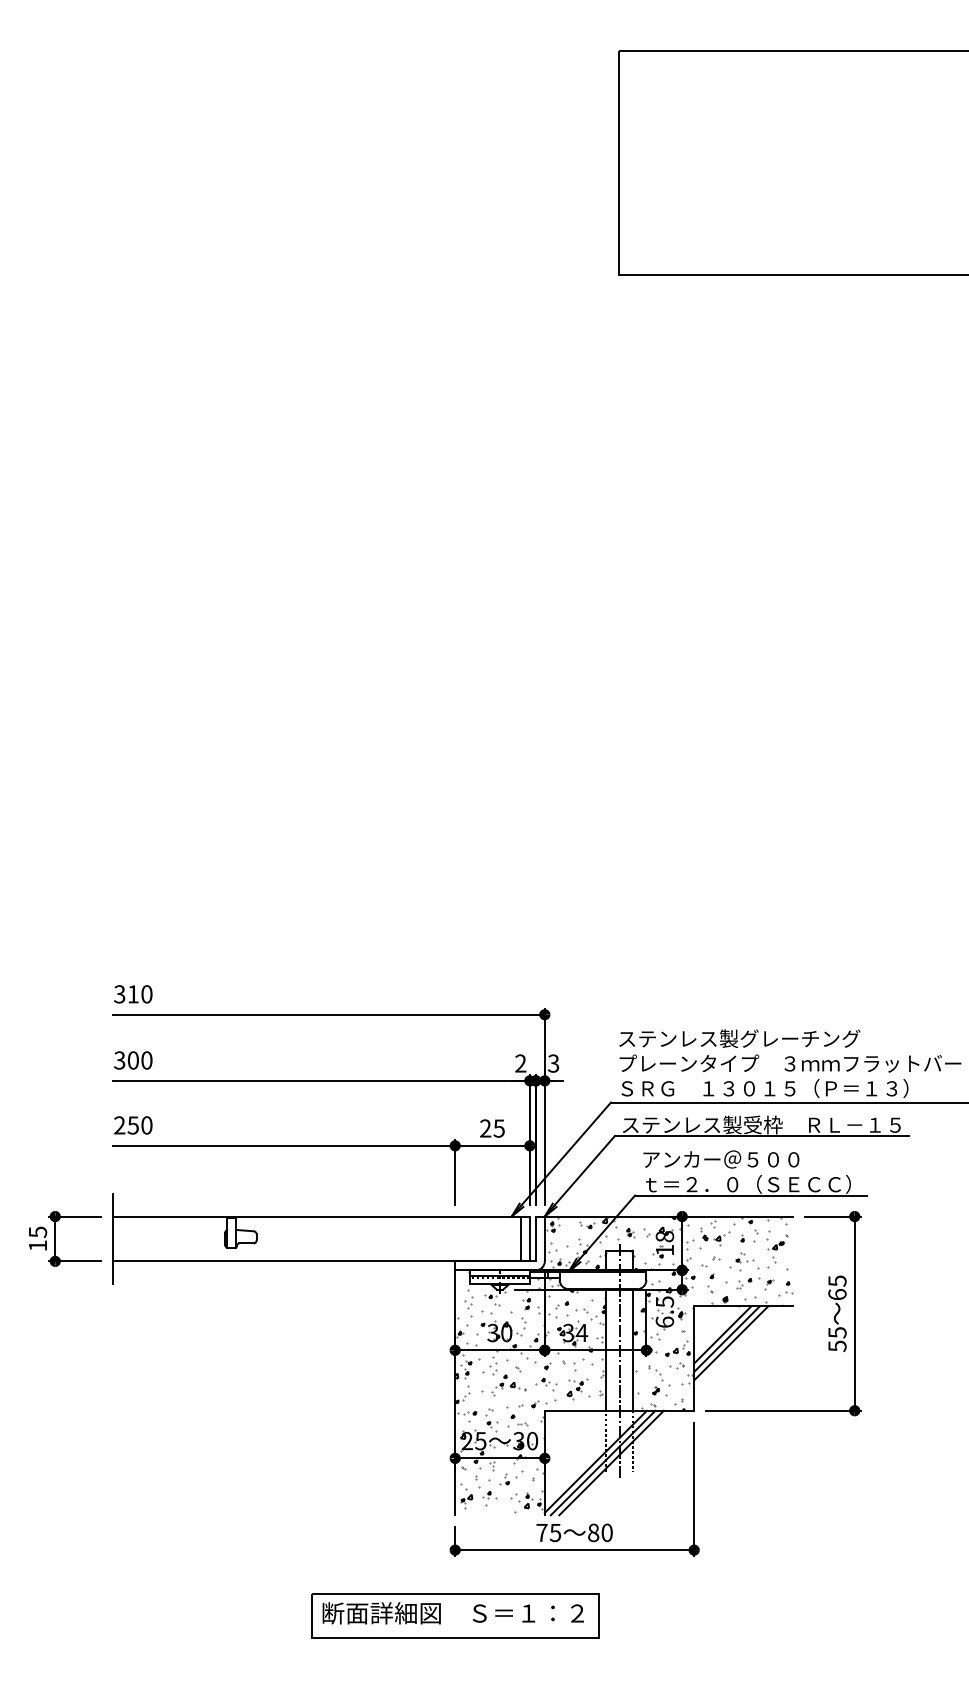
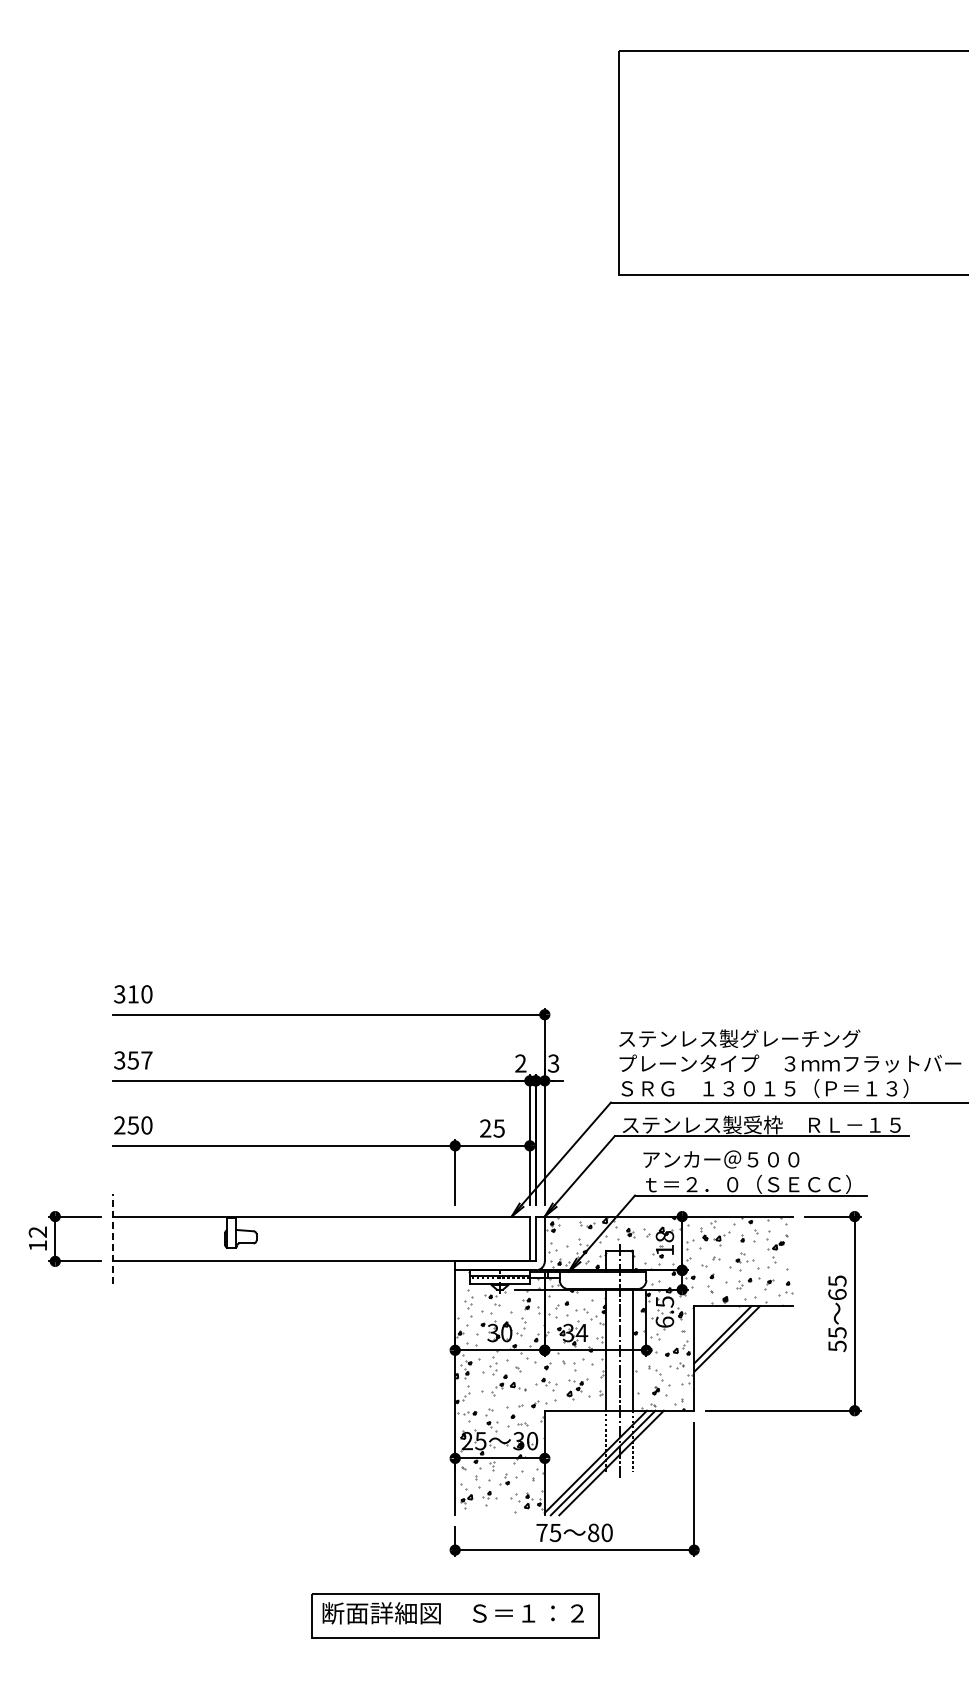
text at (139, 1060): 300 -> 357
text at (37, 1231): 15 -> 12
line at (113, 1238): solid -> dashed
line at (520, 1238): present -> none
line at (731, 1343): present -> none
